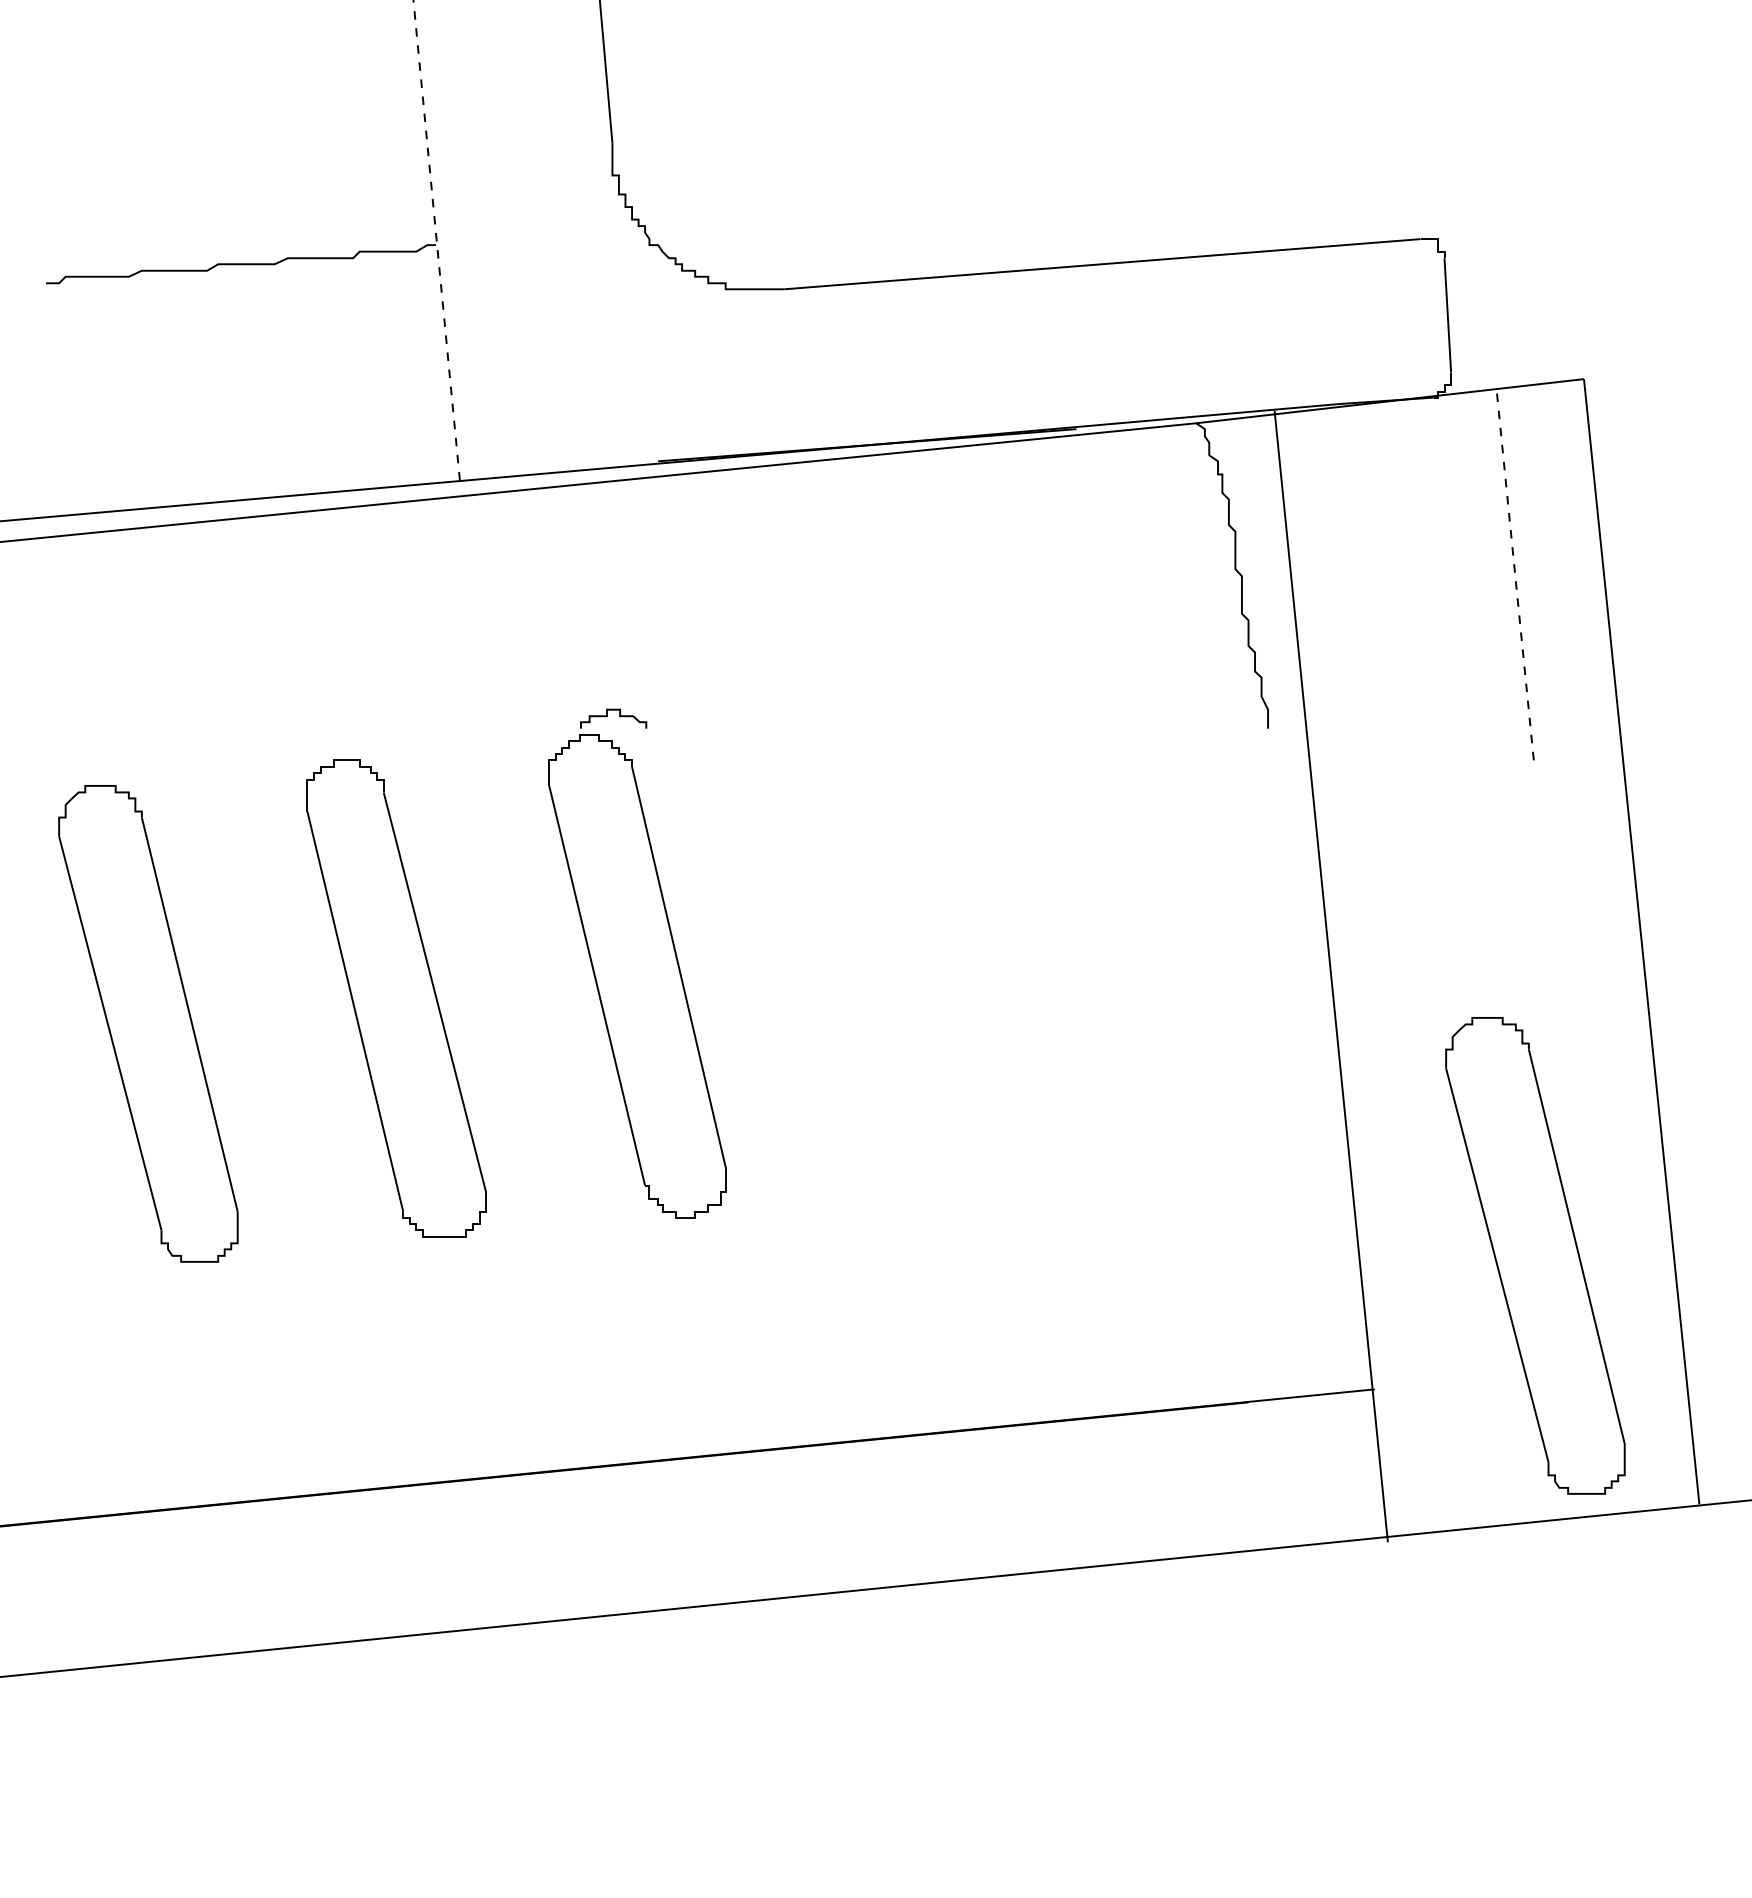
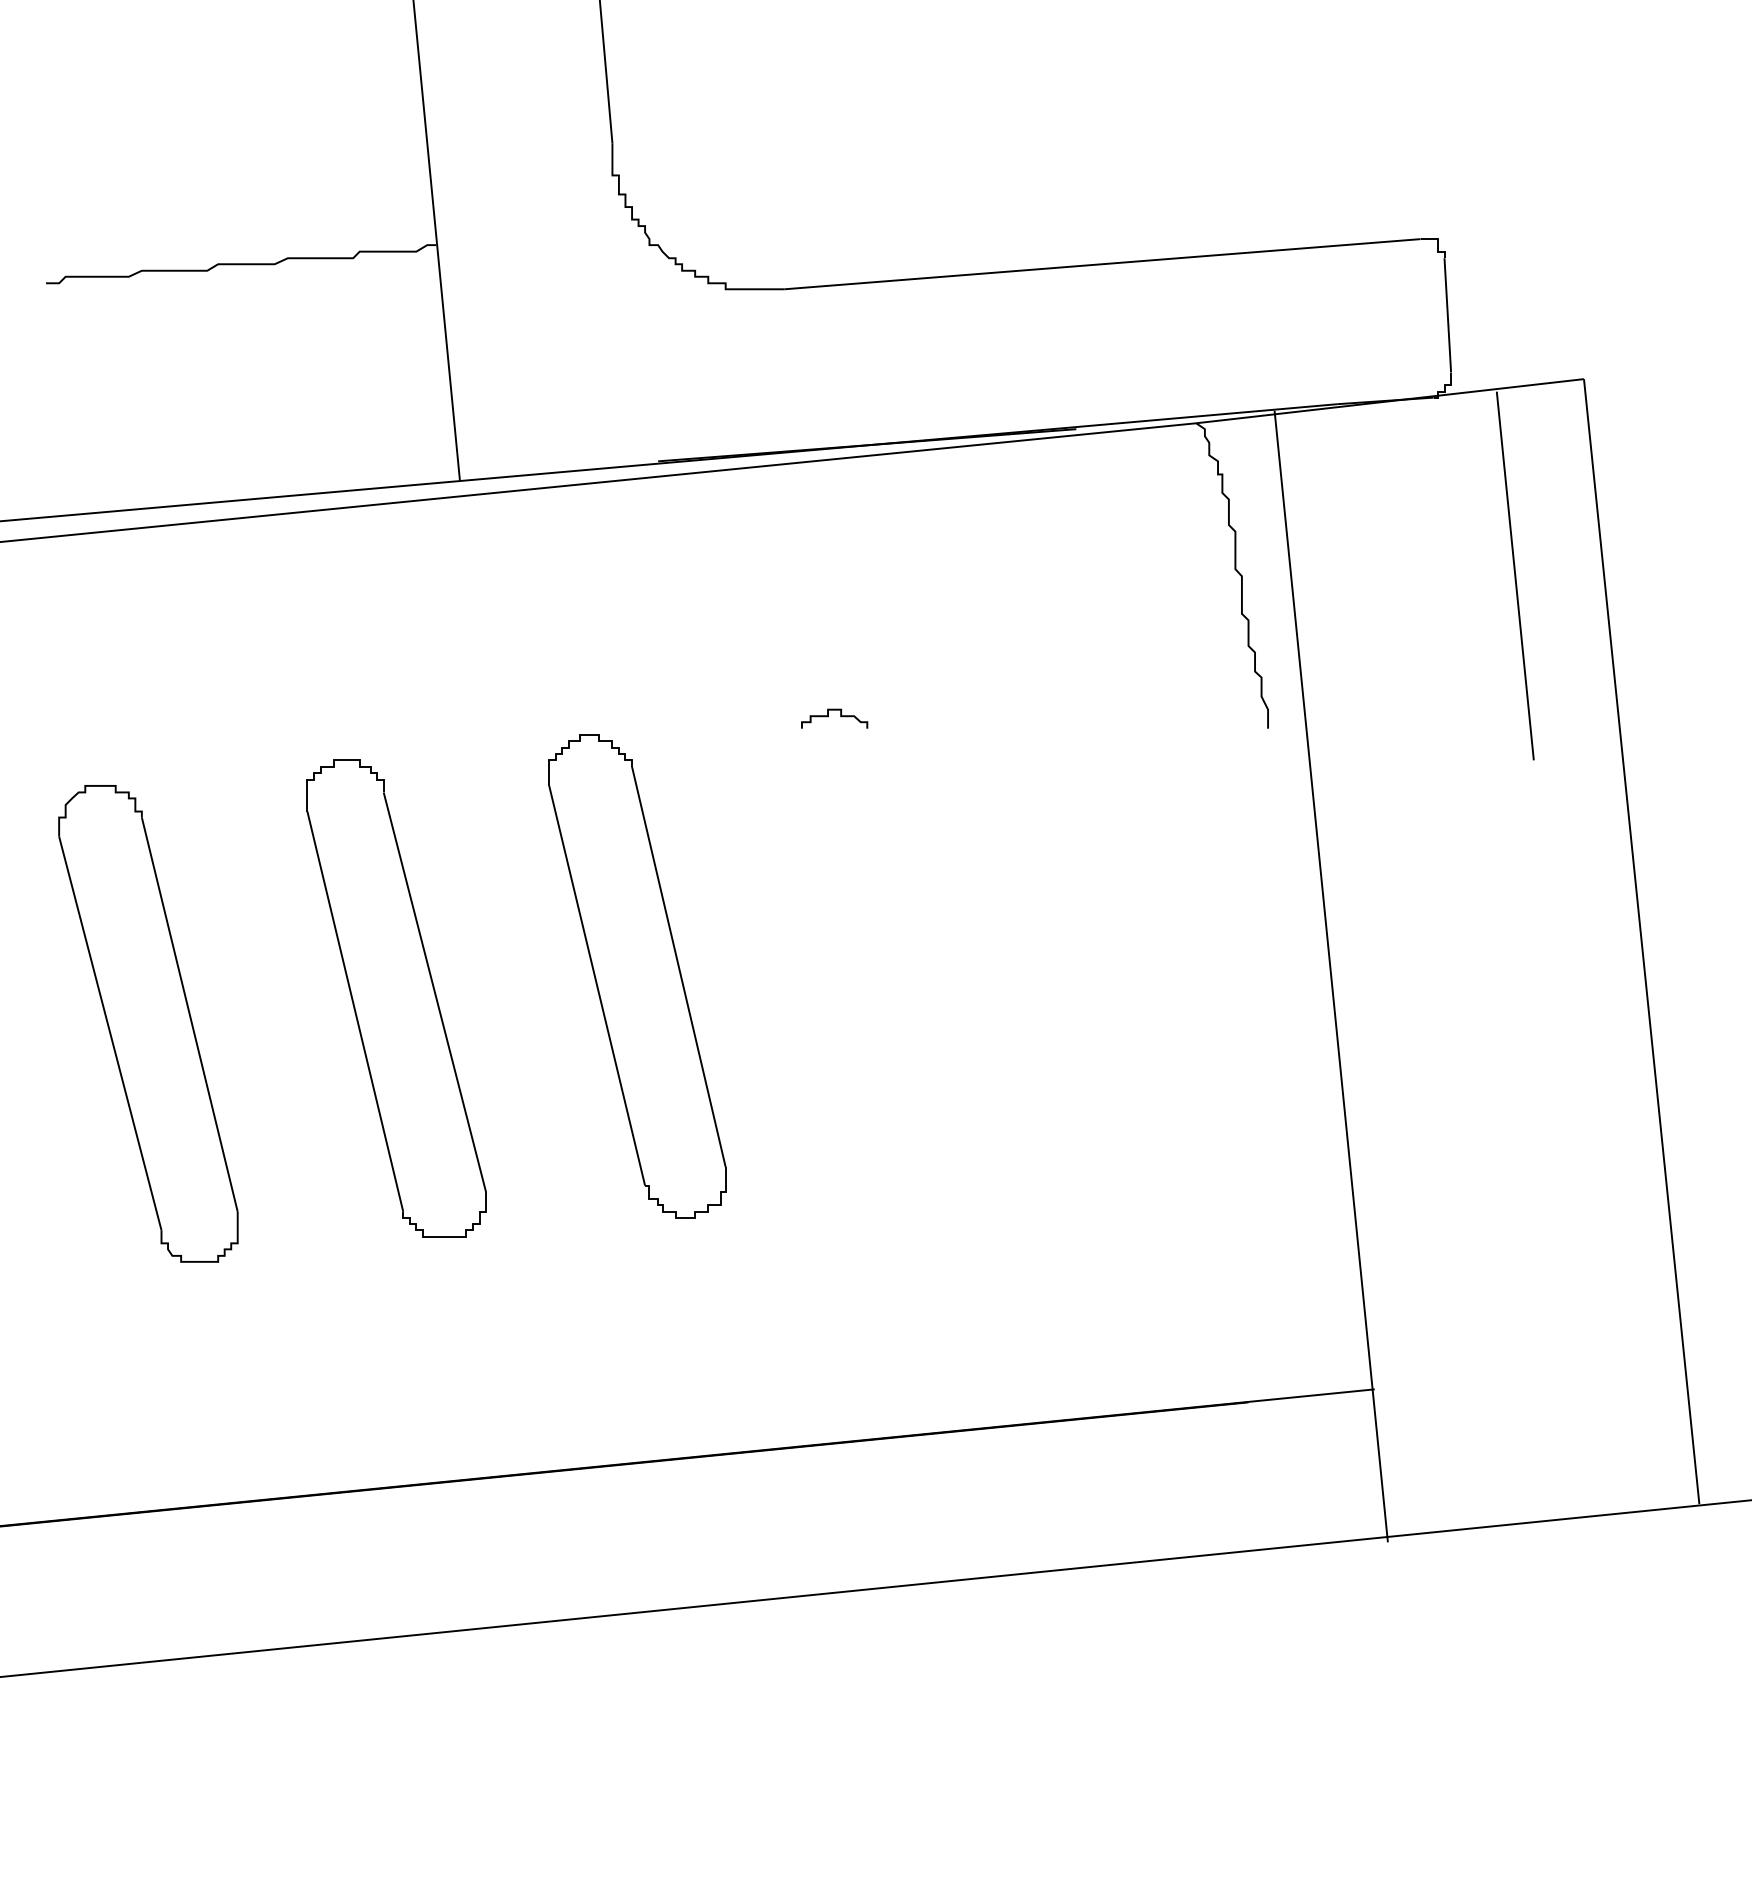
line at (436, 240): dashed -> solid
line at (1515, 575): dashed -> solid
curve at (607, 717) position: (607, 717) -> (828, 717)
part at (1535, 1255): present -> none
